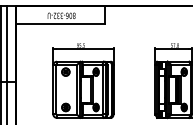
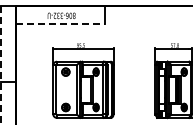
line at (60, 23): solid -> dashed
line at (7, 63): present -> none
line at (1, 65): solid -> dashed
